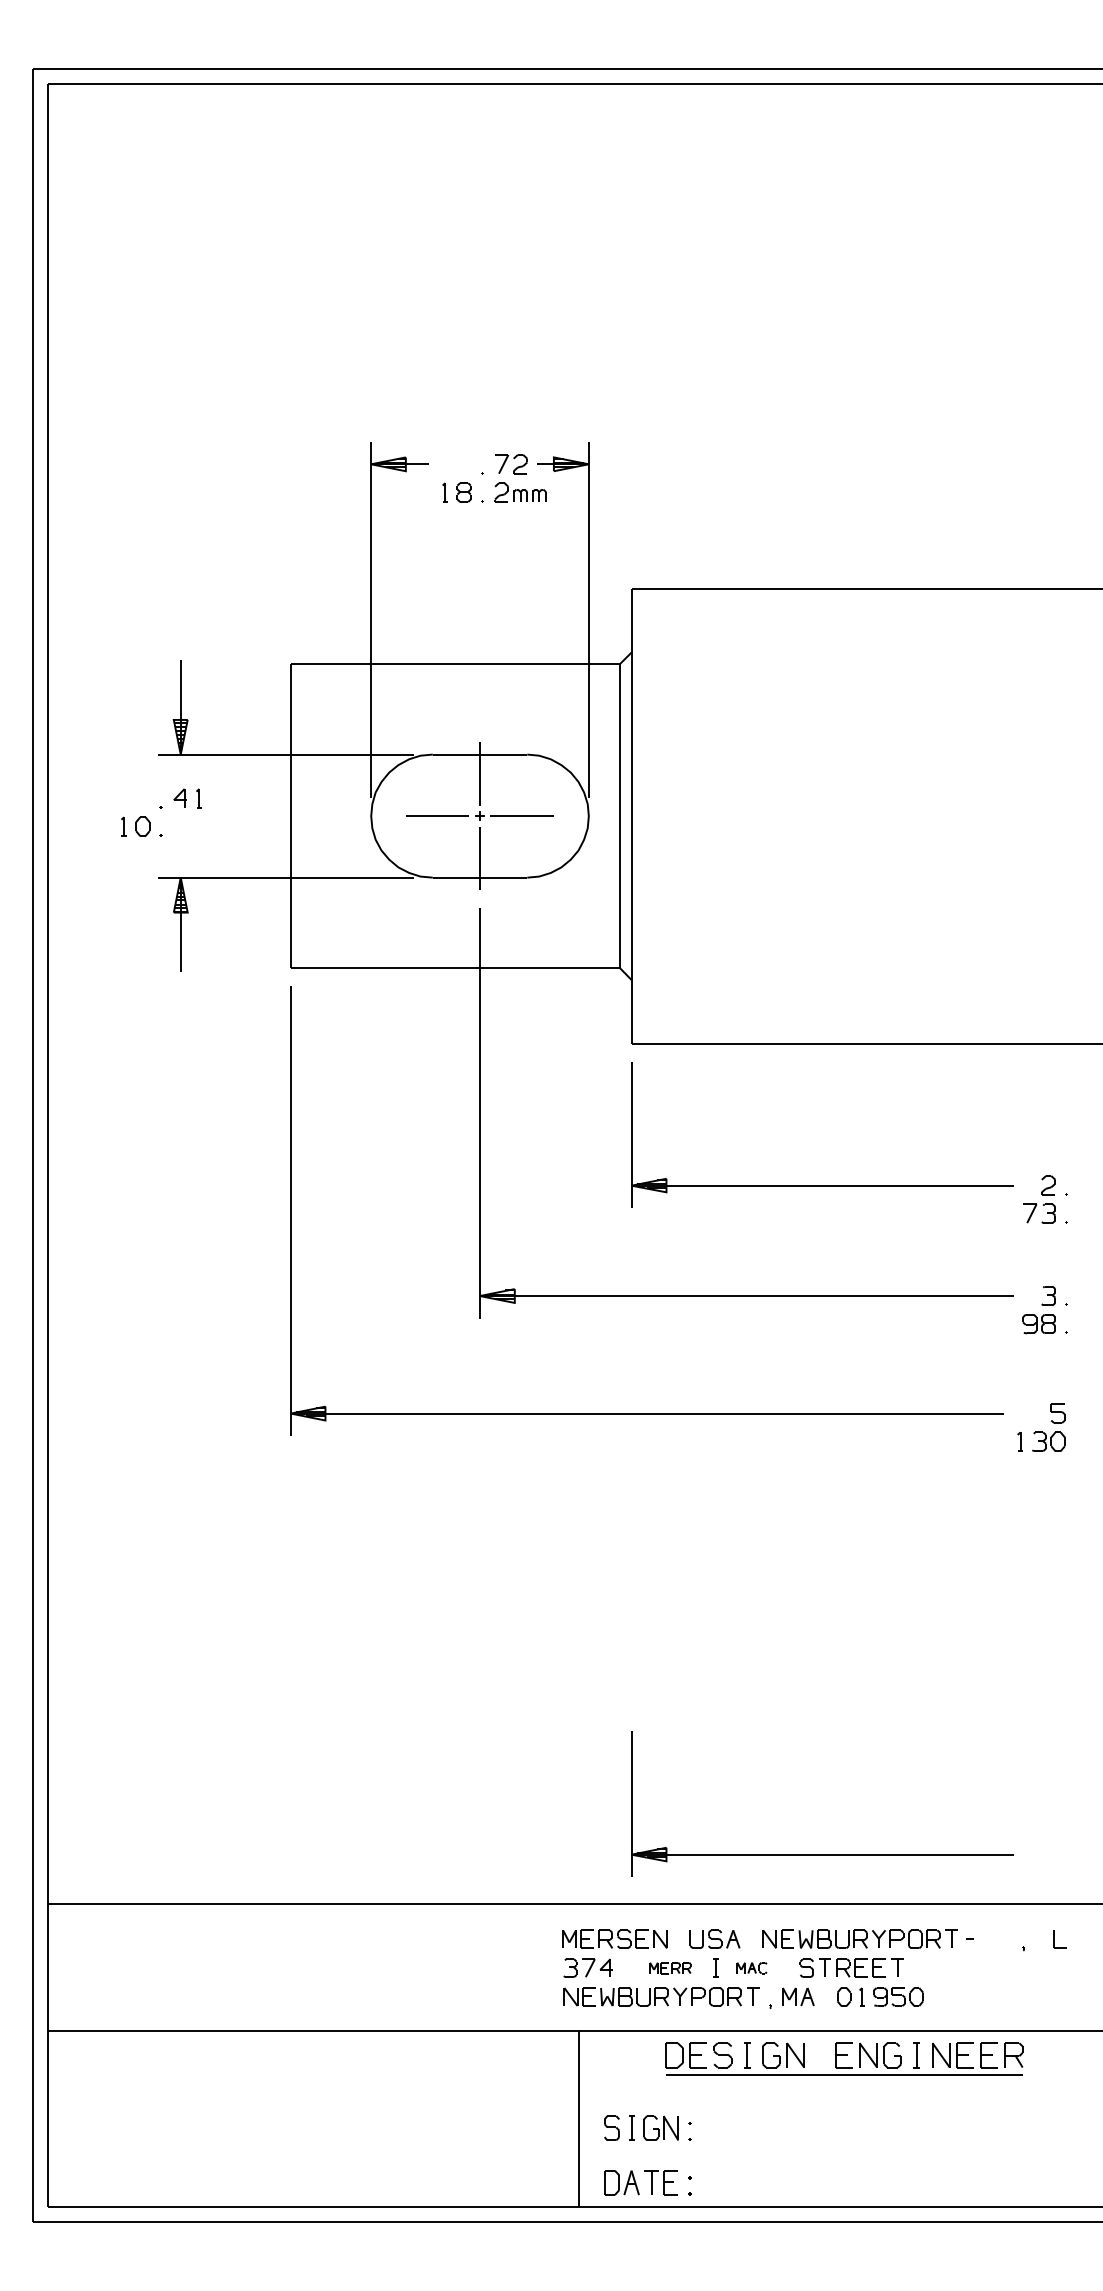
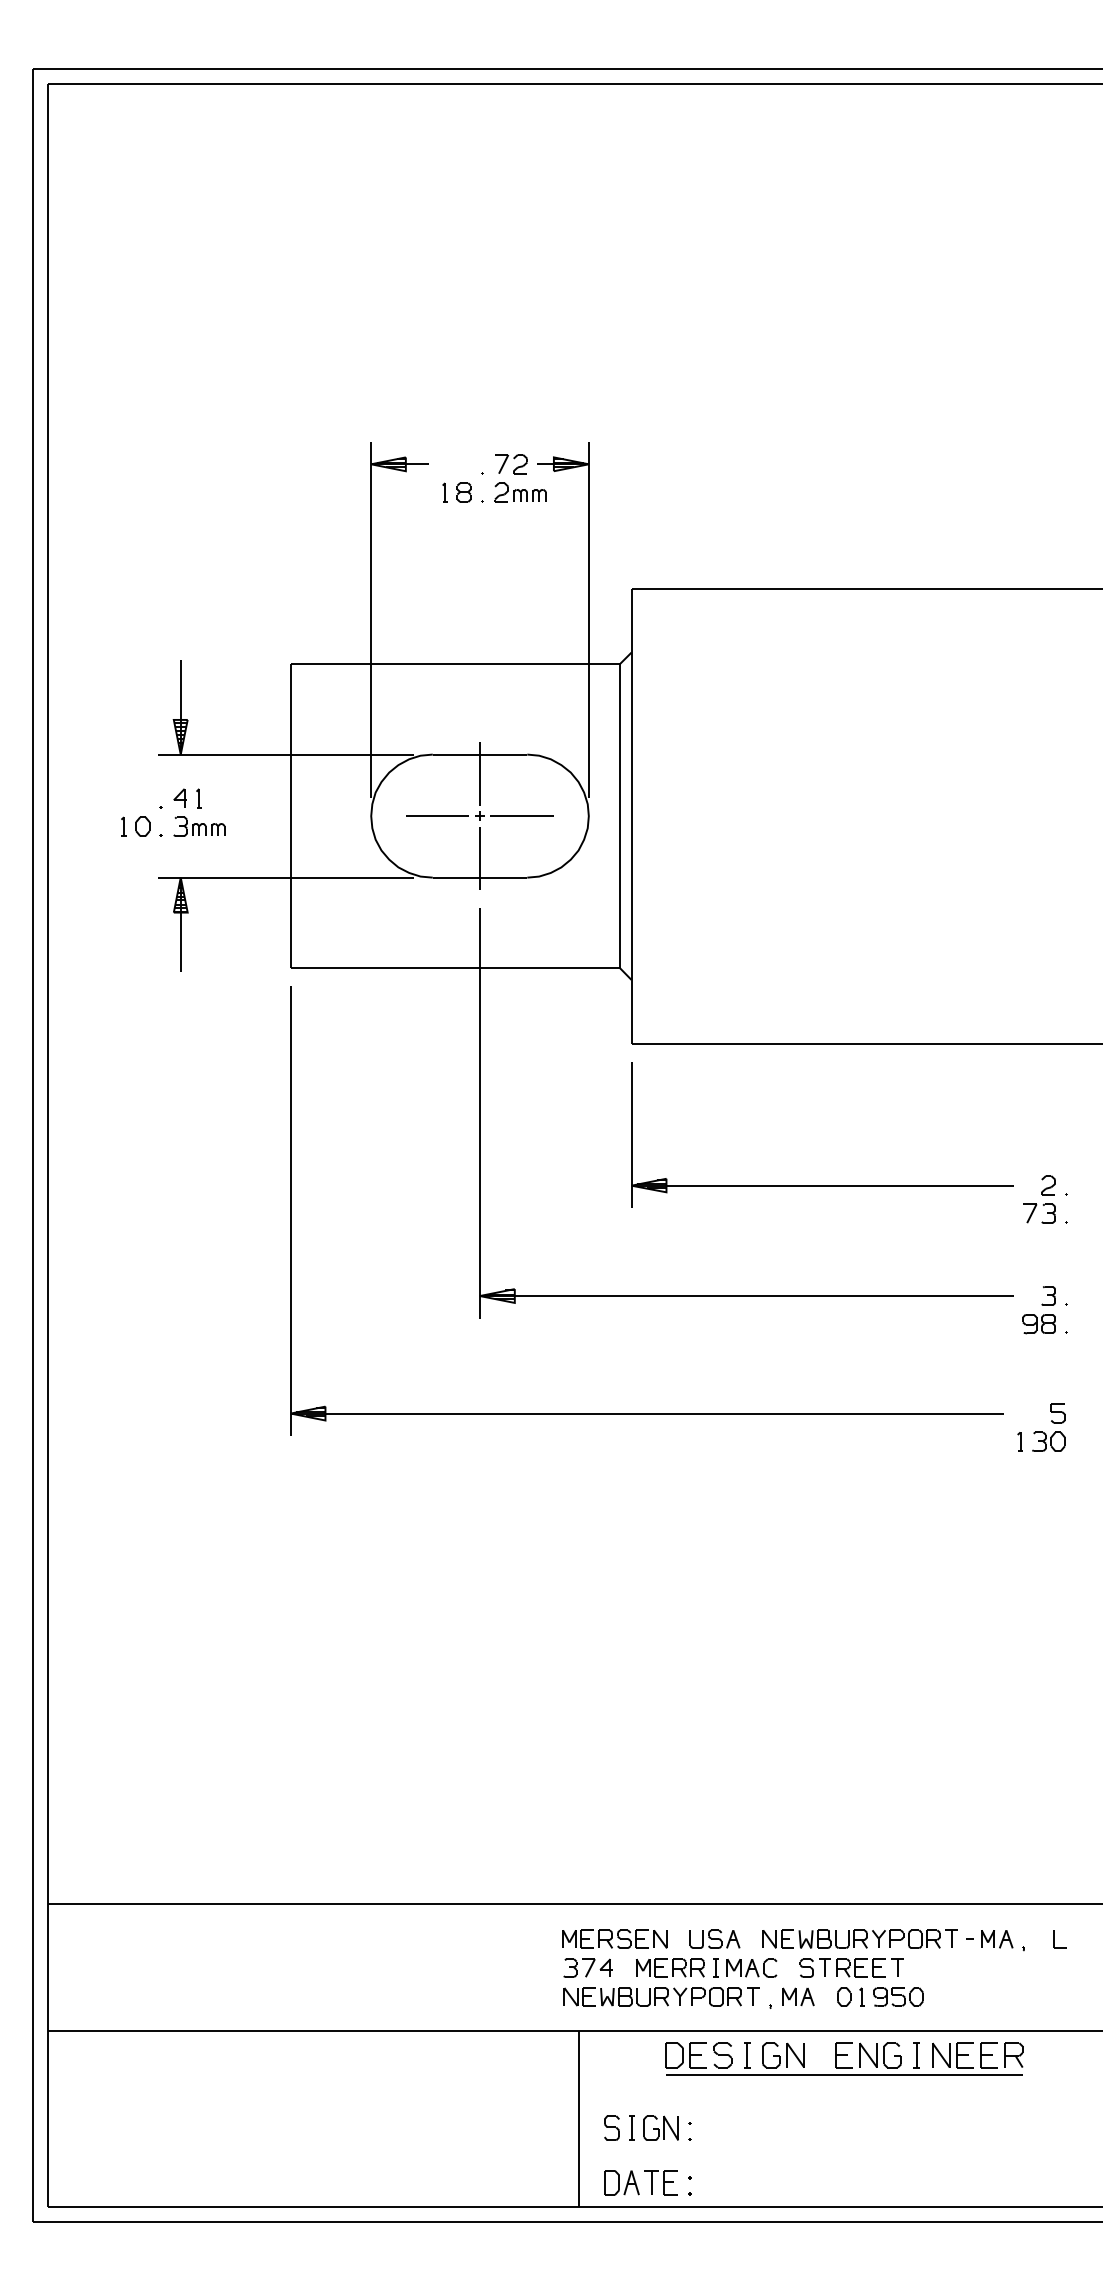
part at (199, 826): none -> present
part at (822, 1854): present -> none
part at (997, 1939): none -> present
part at (670, 1968) size: 43x13 px -> 69x20 px
part at (751, 1968) size: 32x13 px -> 52x20 px
